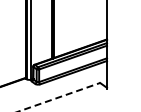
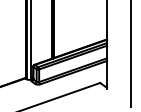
line at (131, 54): none -> present
line at (58, 97): dashed -> solid
